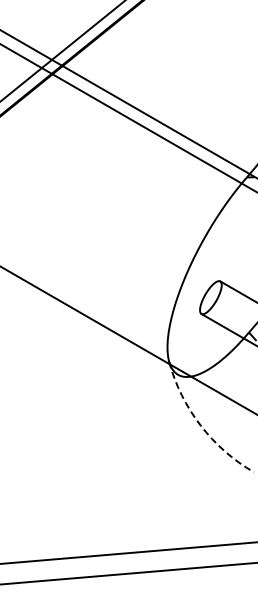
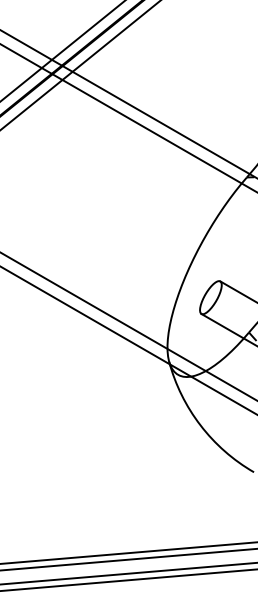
line at (80, 65): none -> present
line at (128, 326): none -> present
arc at (200, 425): dashed -> solid
line at (128, 559): none -> present
line at (128, 579): none -> present
